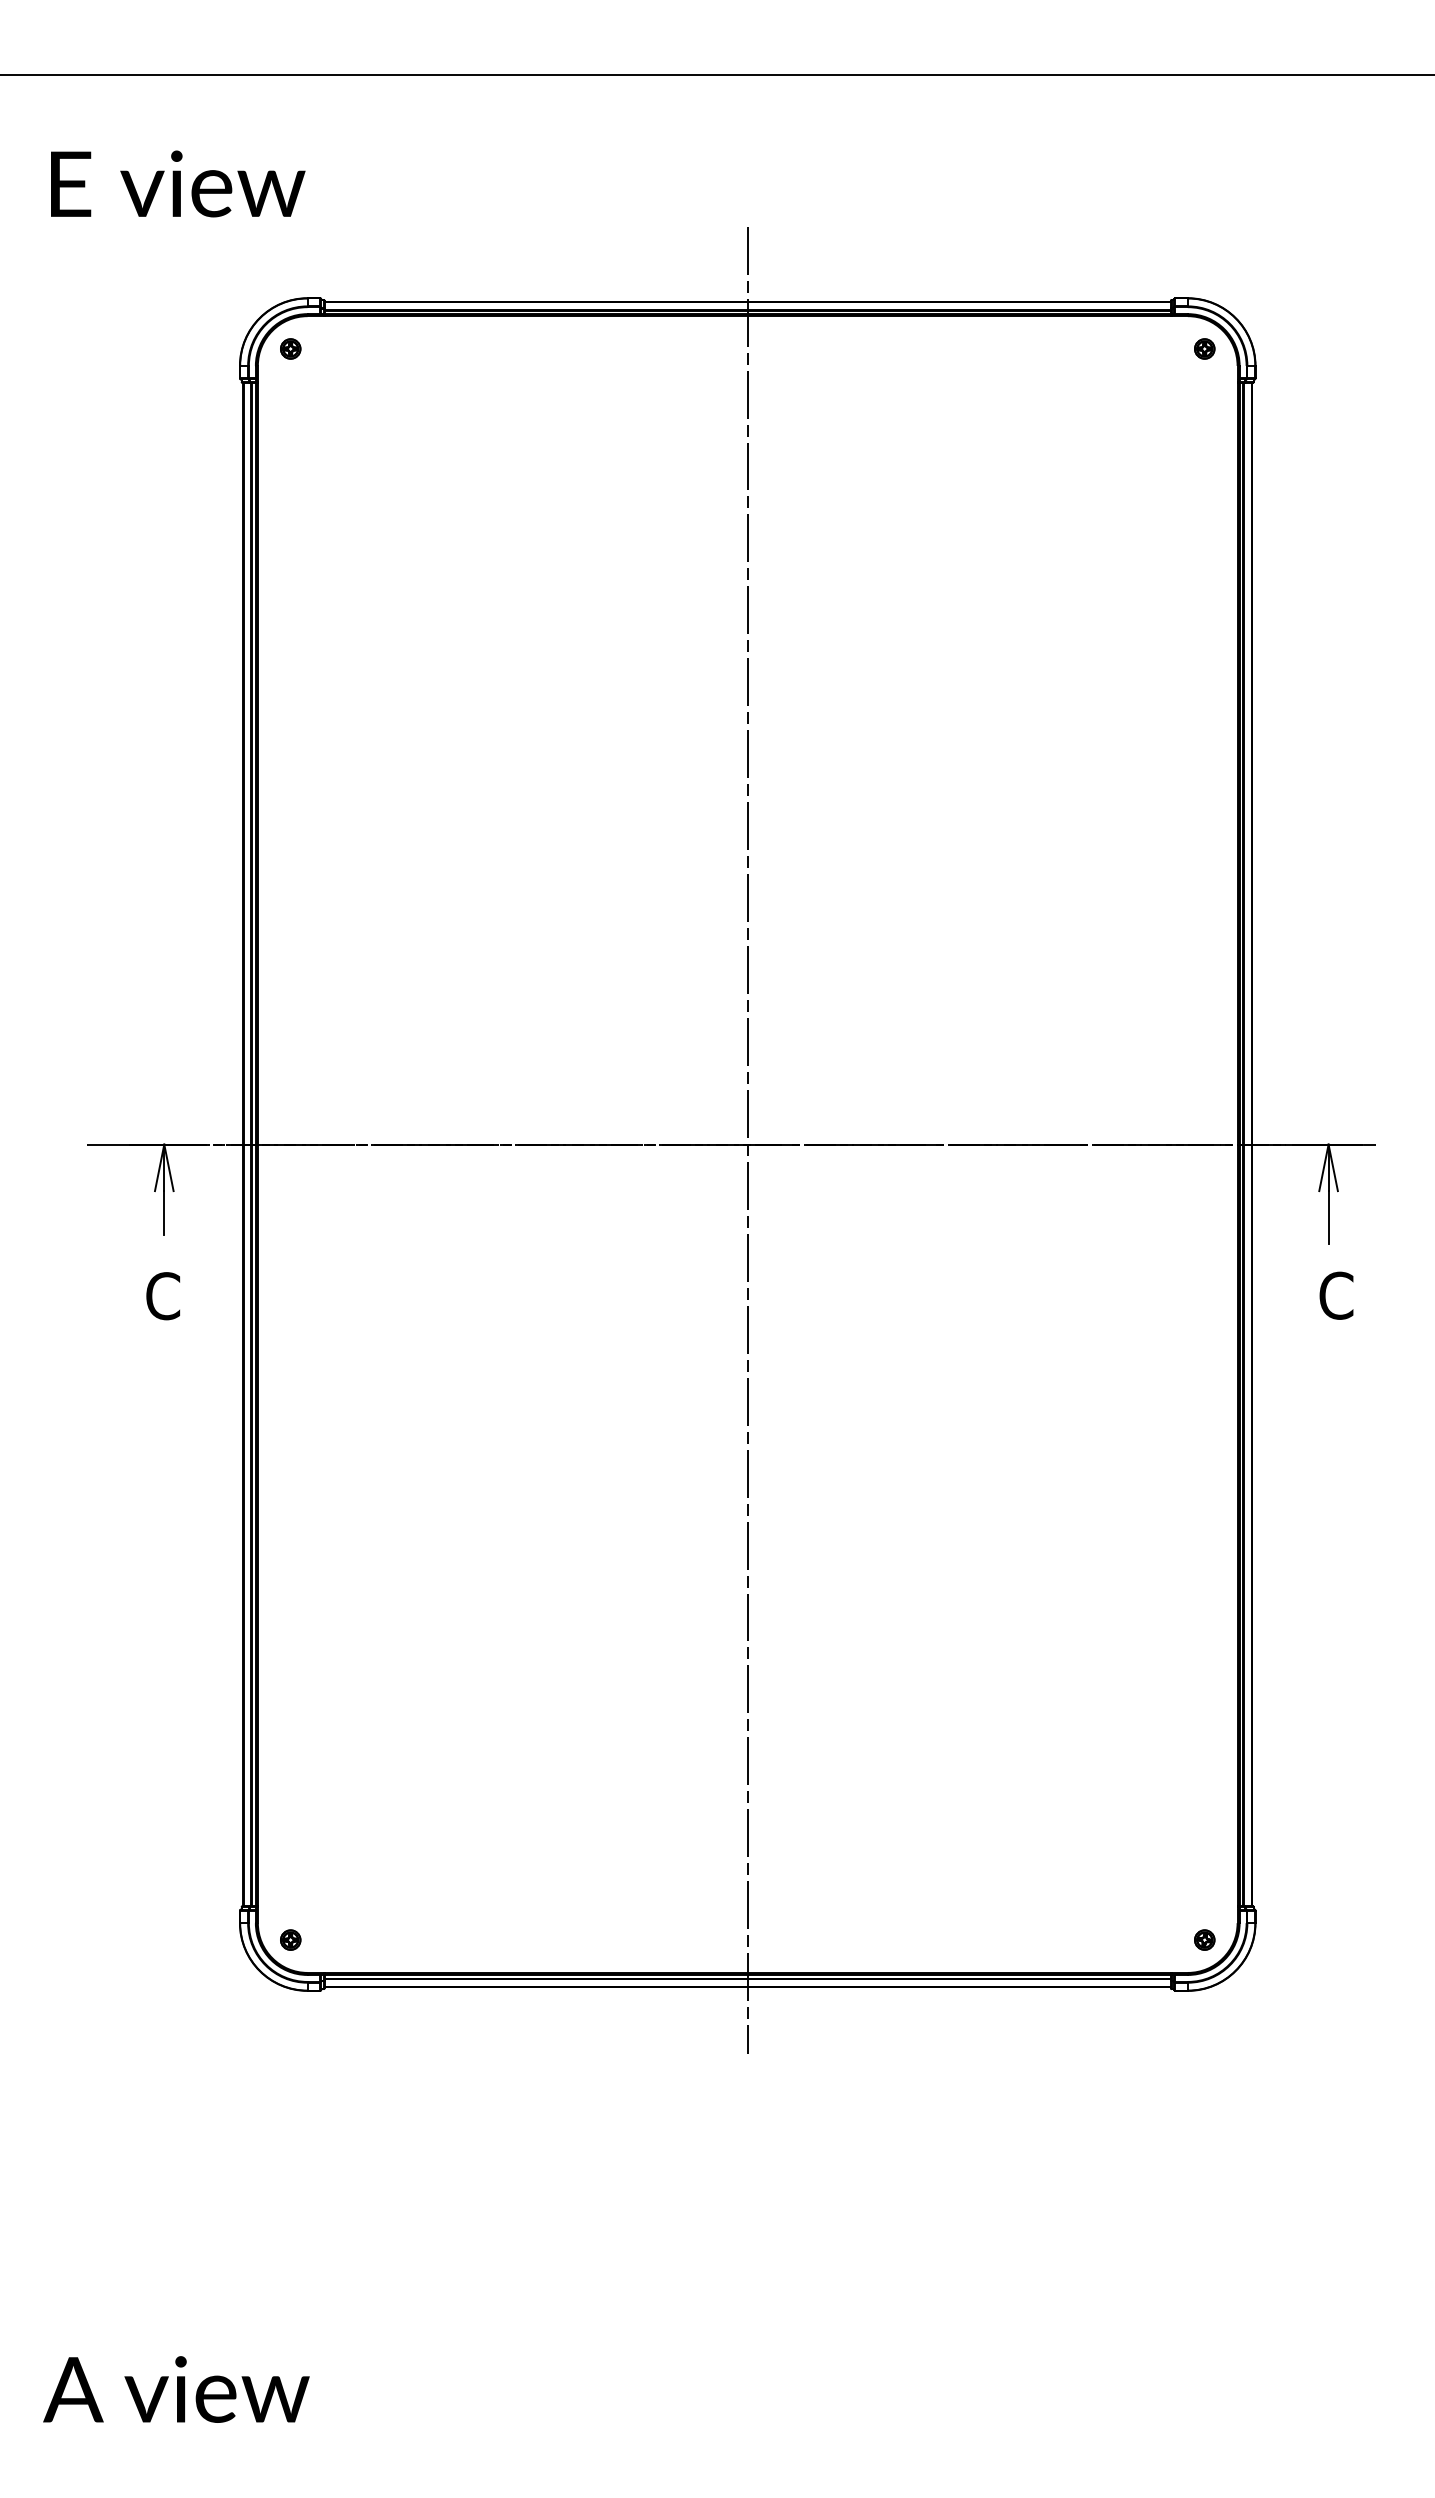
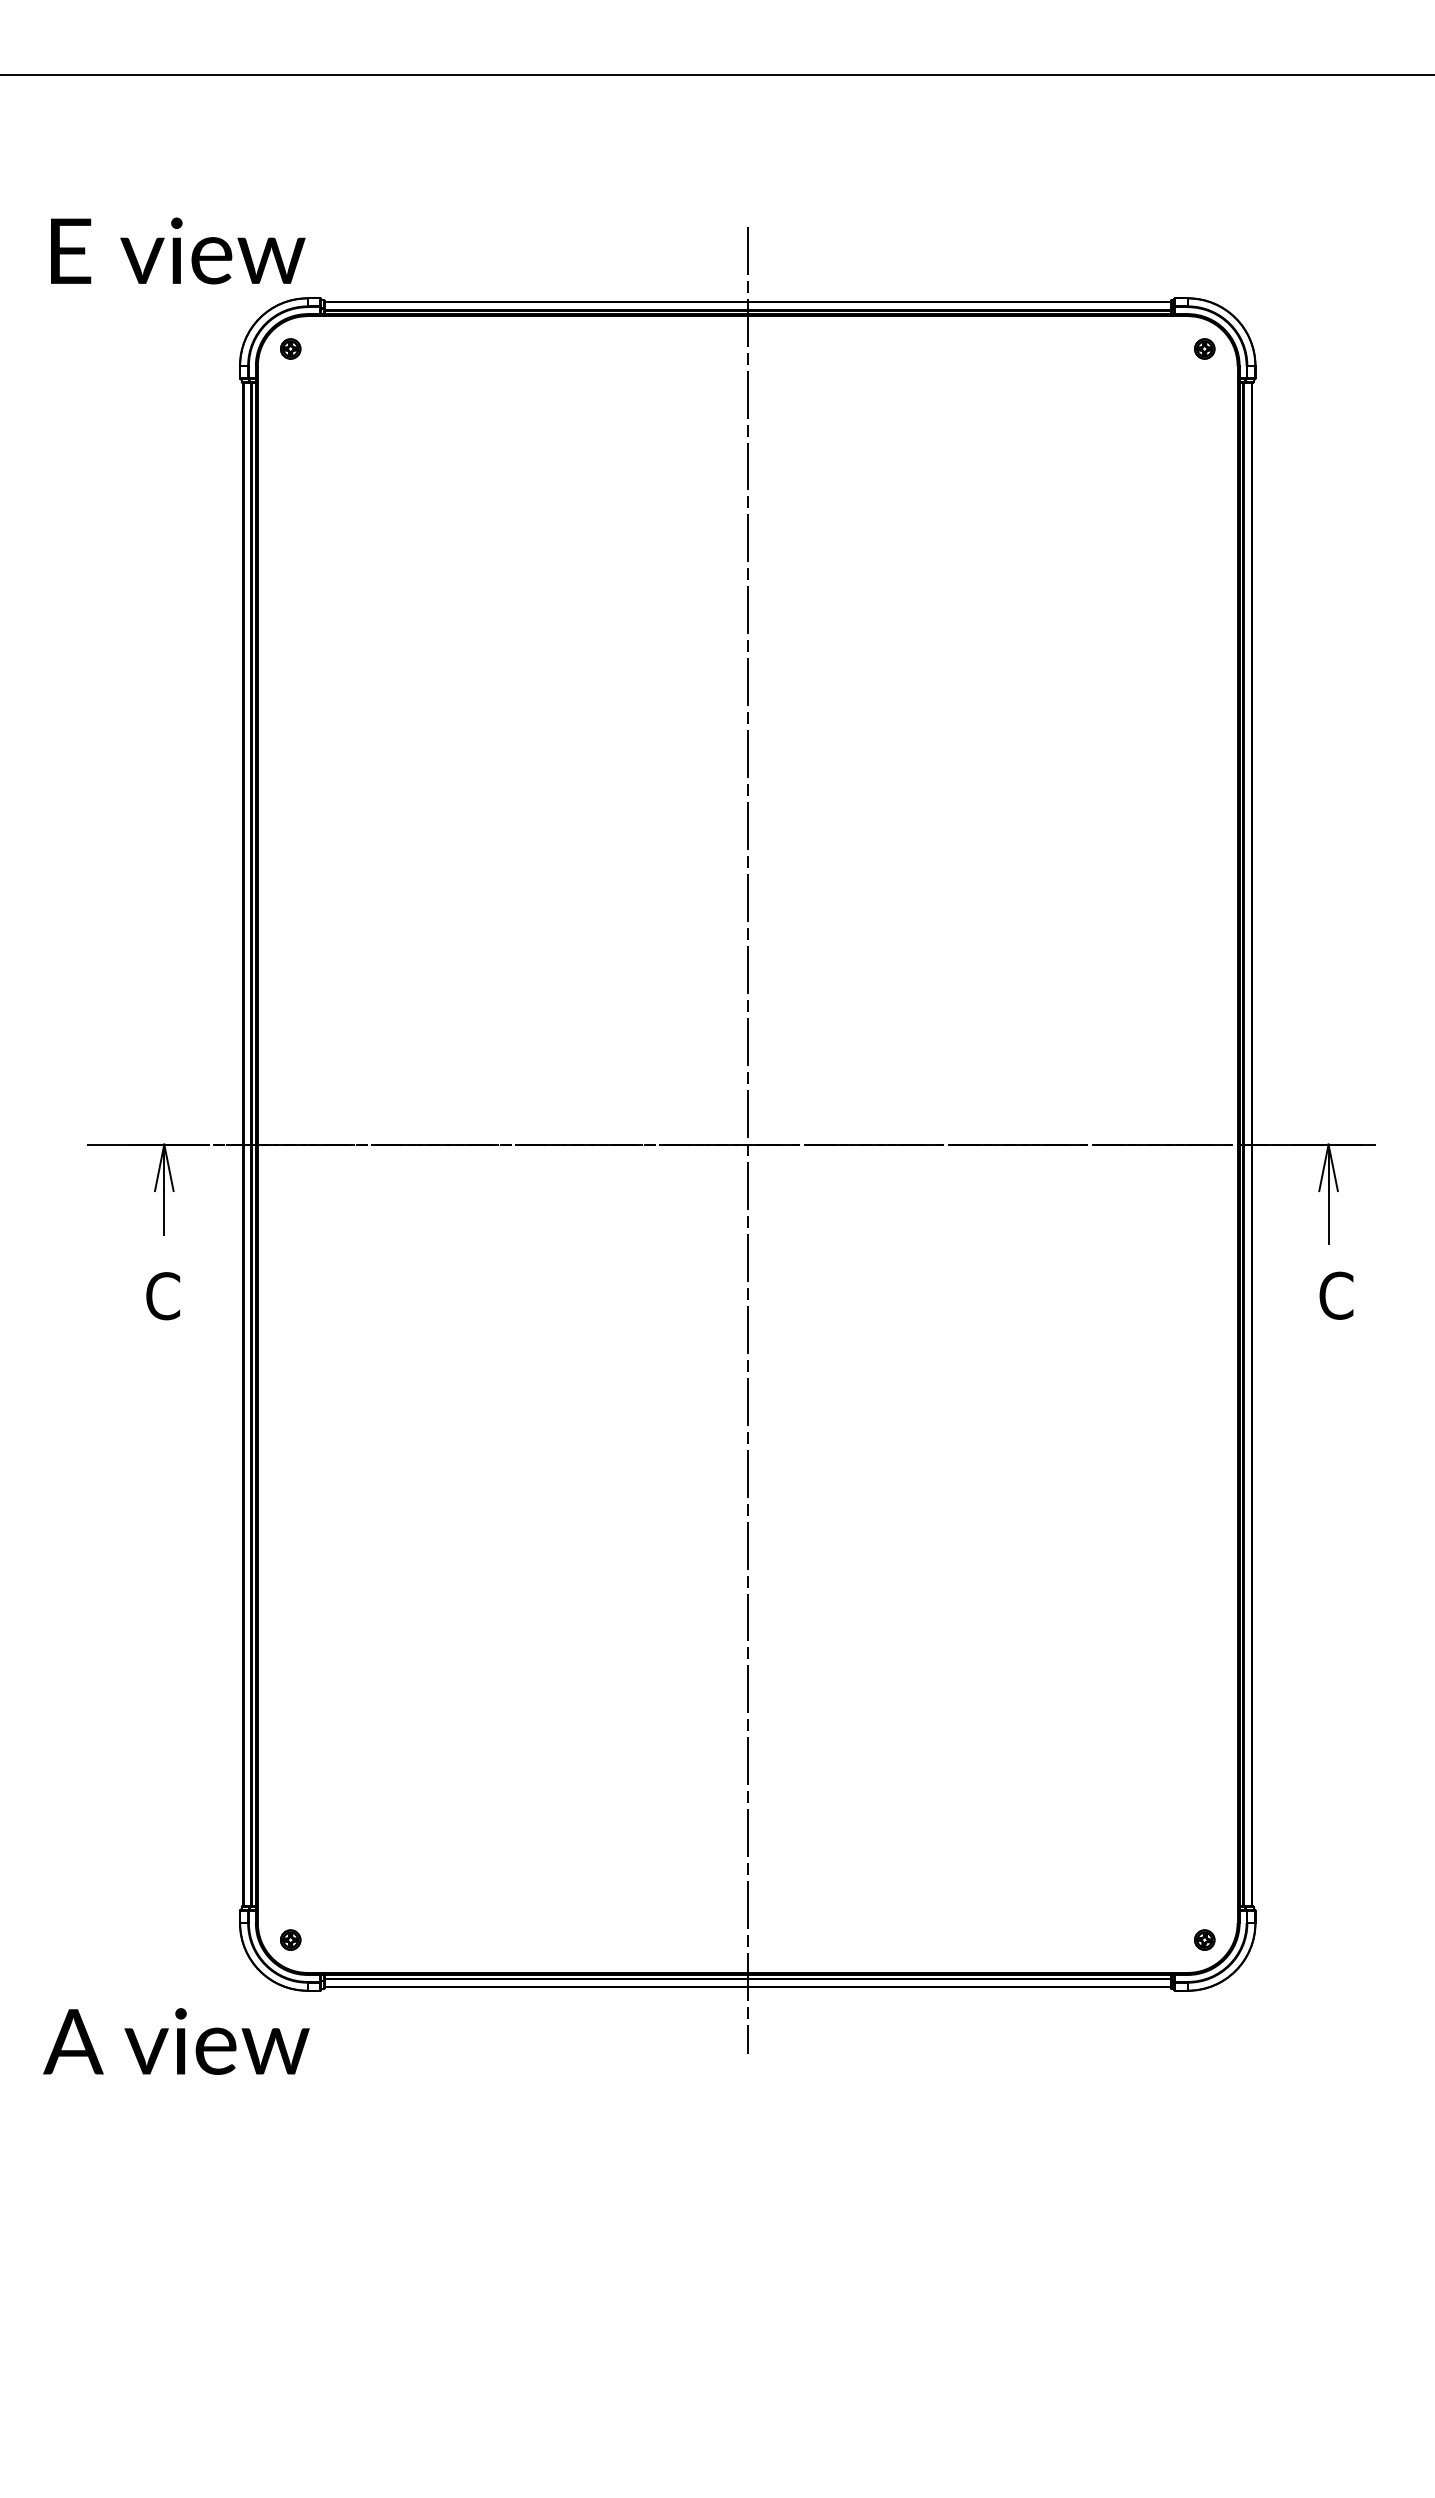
text at (178, 183) position: (178, 183) -> (178, 250)
text at (176, 2389) position: (176, 2389) -> (176, 2041)
